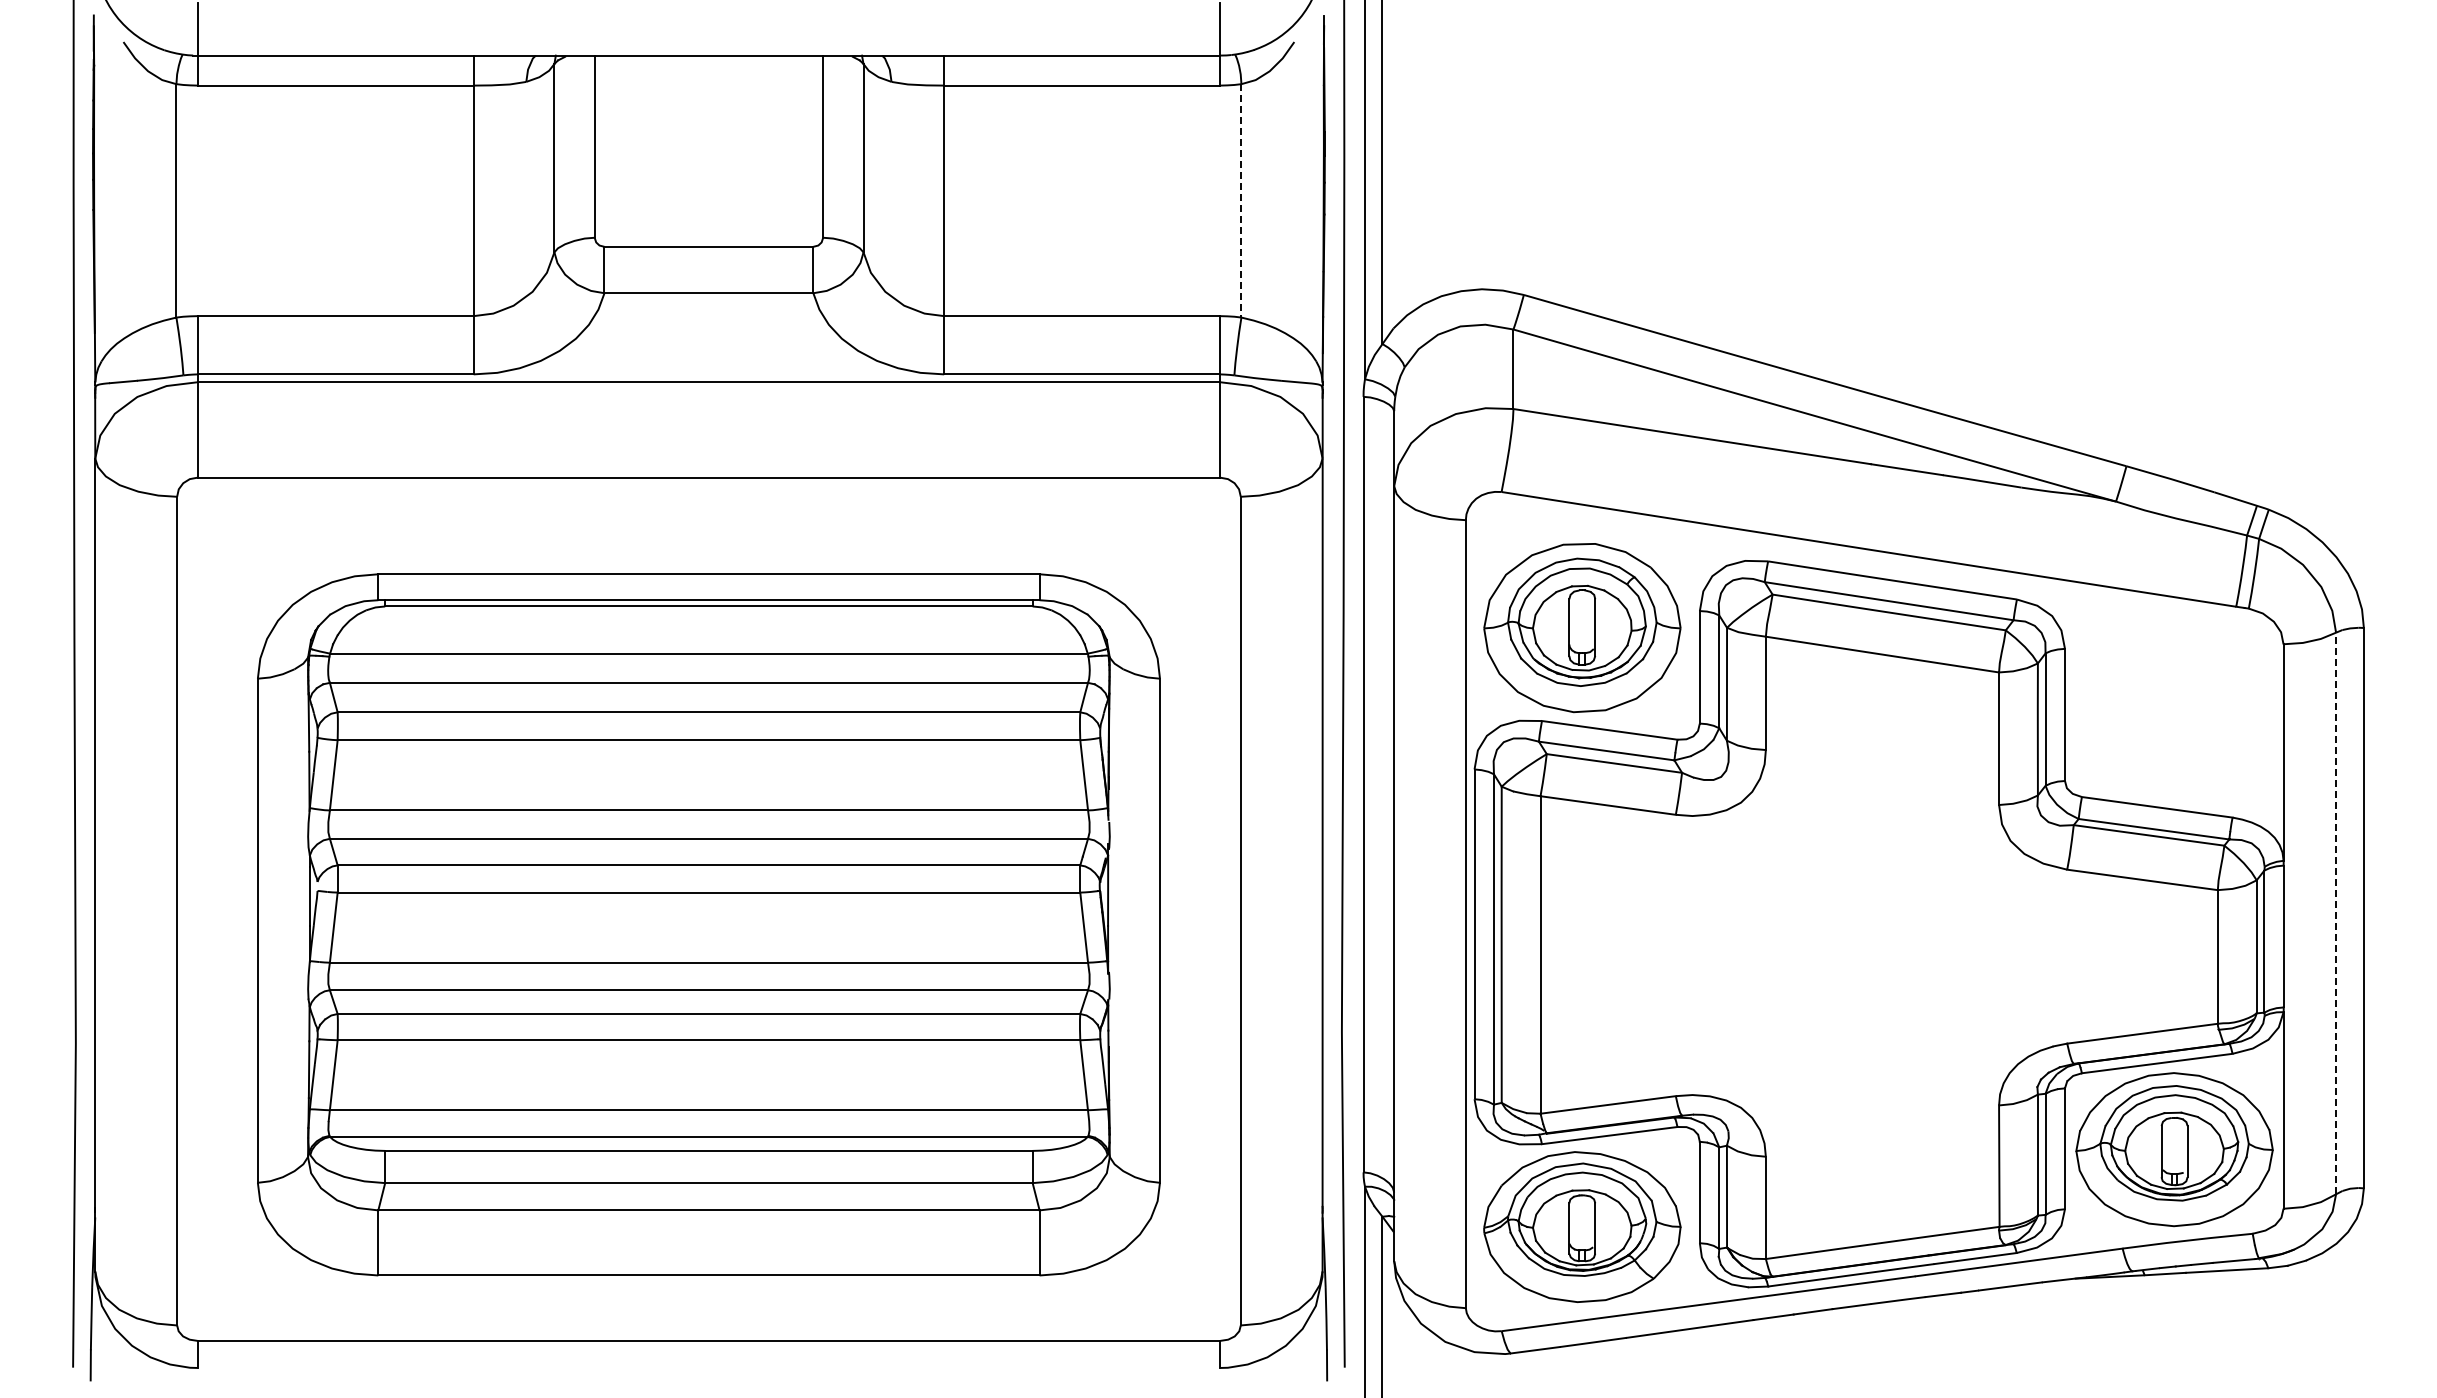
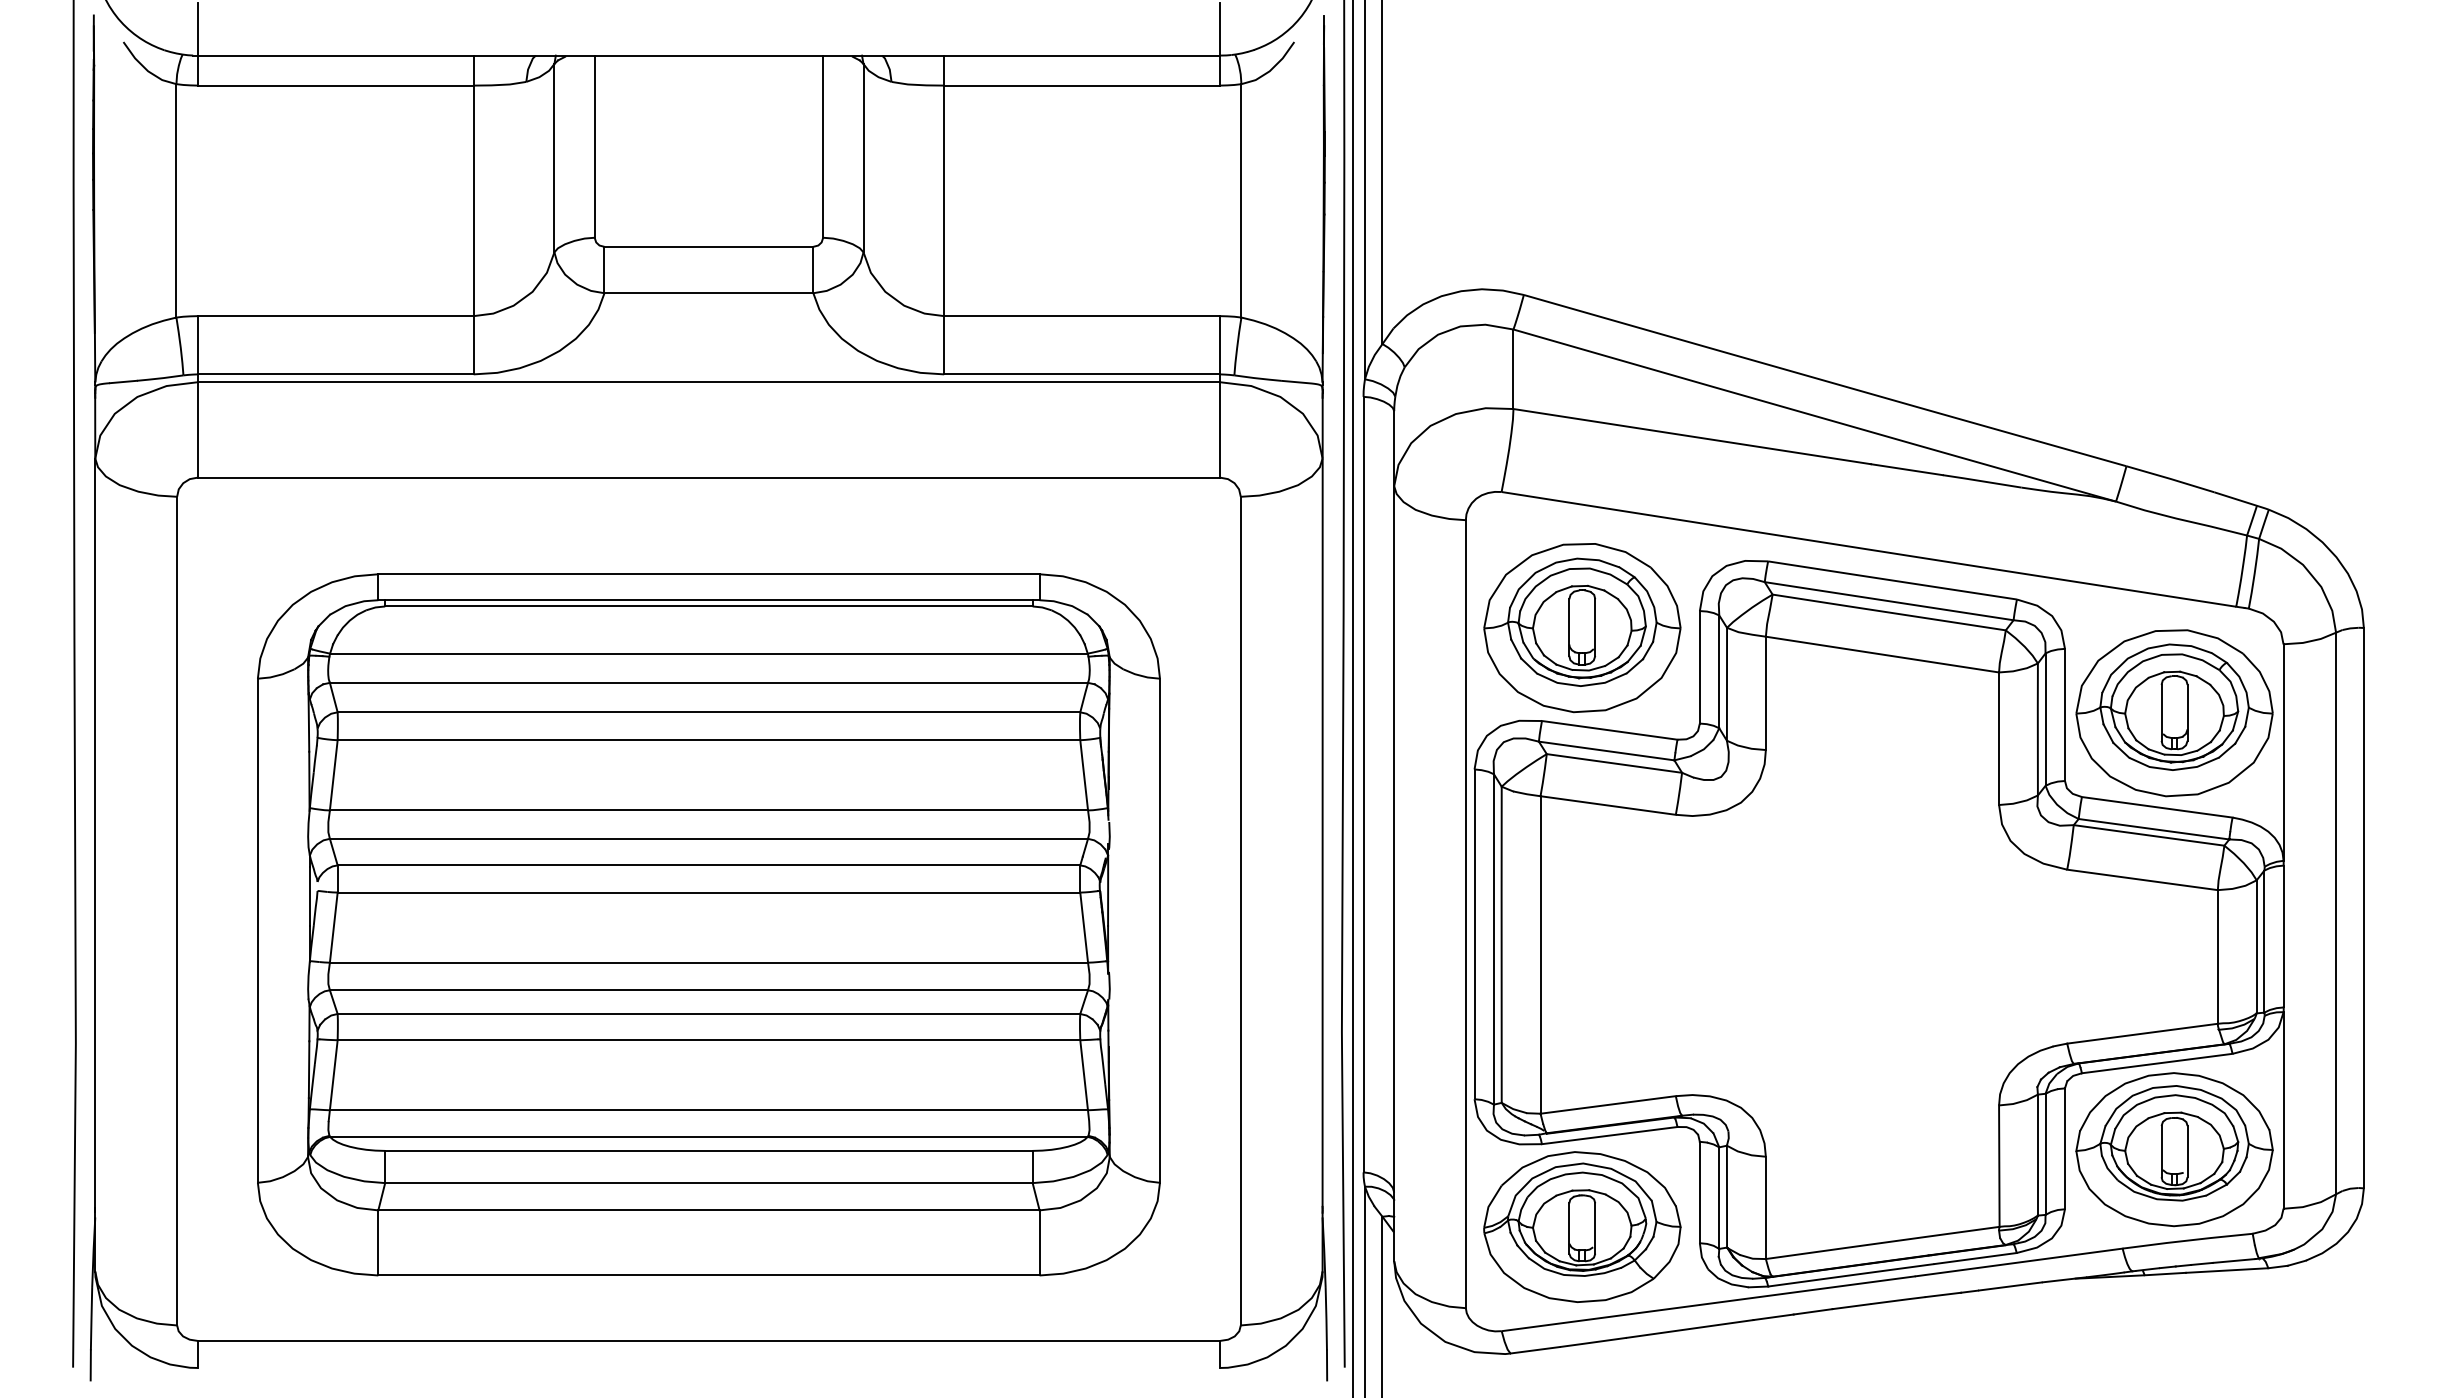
line at (1241, 200): dashed -> solid
line at (1353, 698): none -> present
part at (2174, 713): none -> present
line at (2336, 913): dashed -> solid
